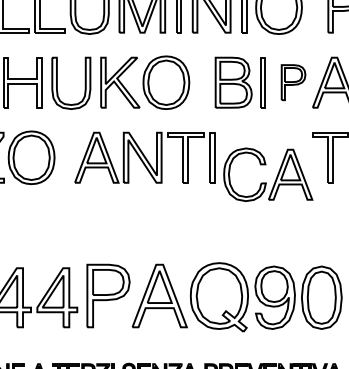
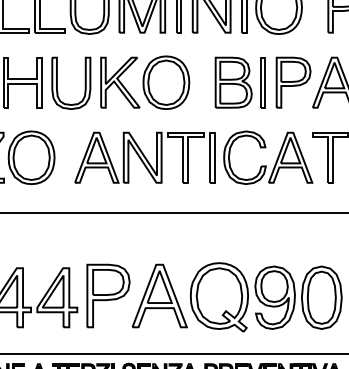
part at (293, 82) size: 27x38 px -> 37x53 px
part at (275, 178) position: (275, 178) -> (275, 161)
line at (173, 212): none -> present
line at (173, 353): none -> present
